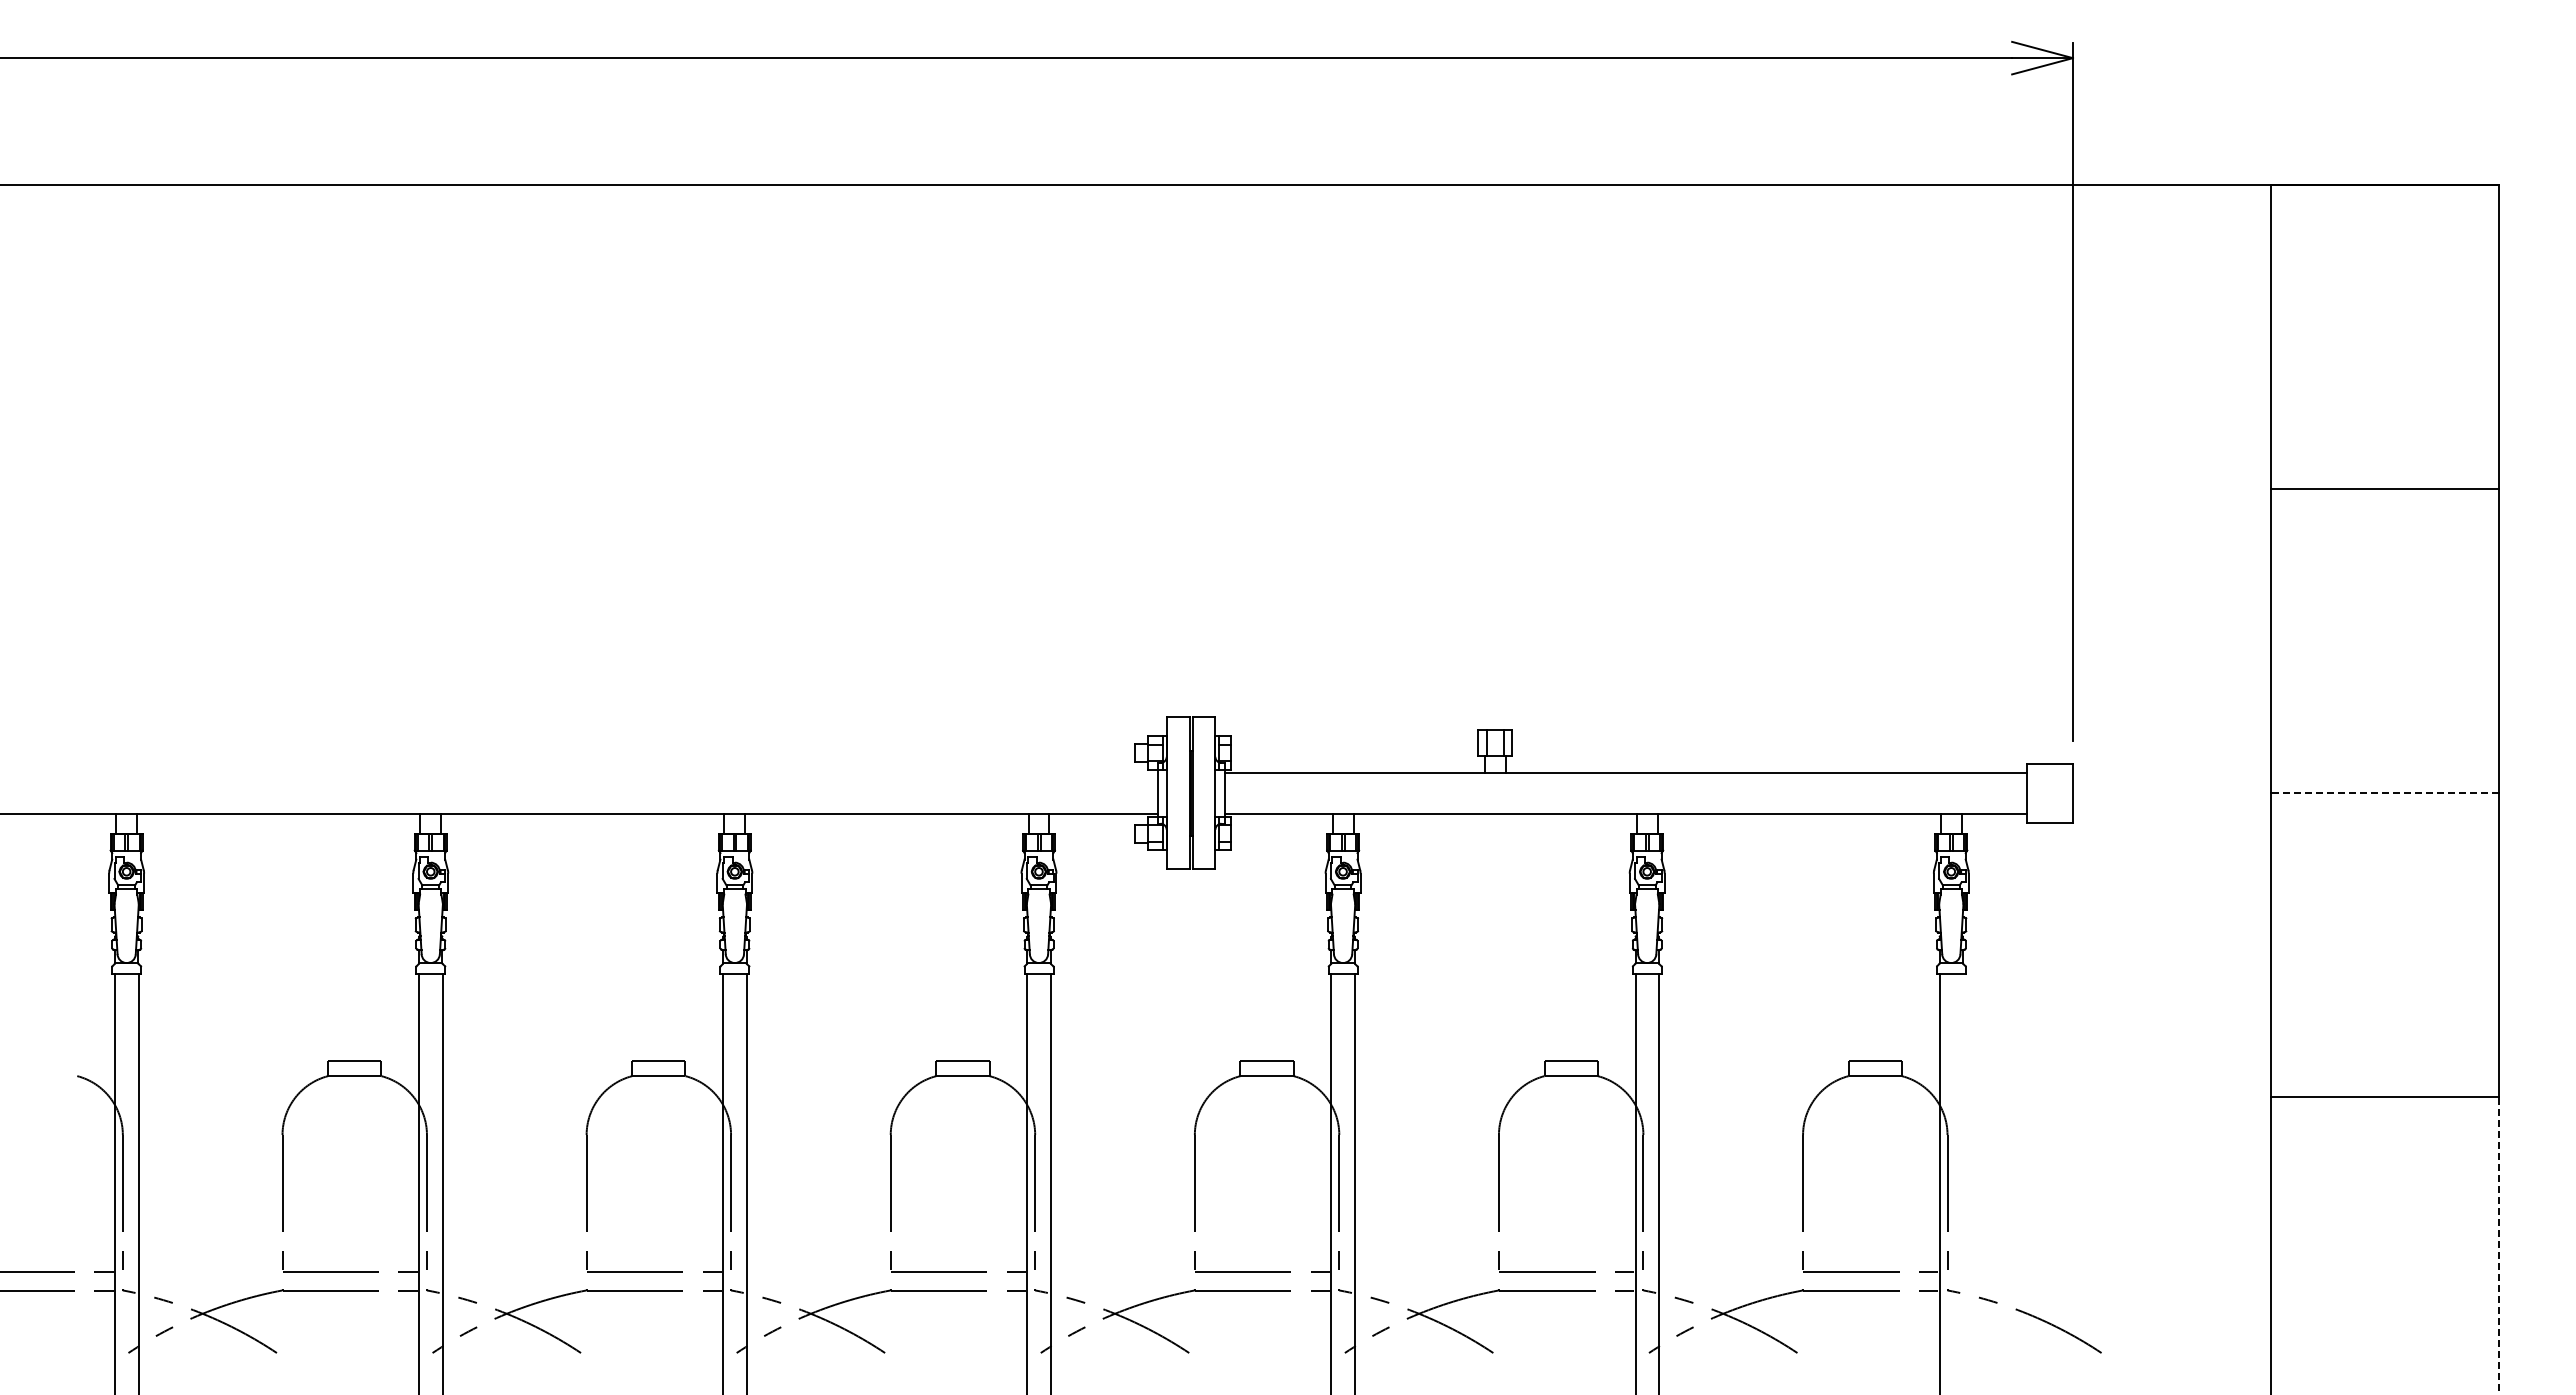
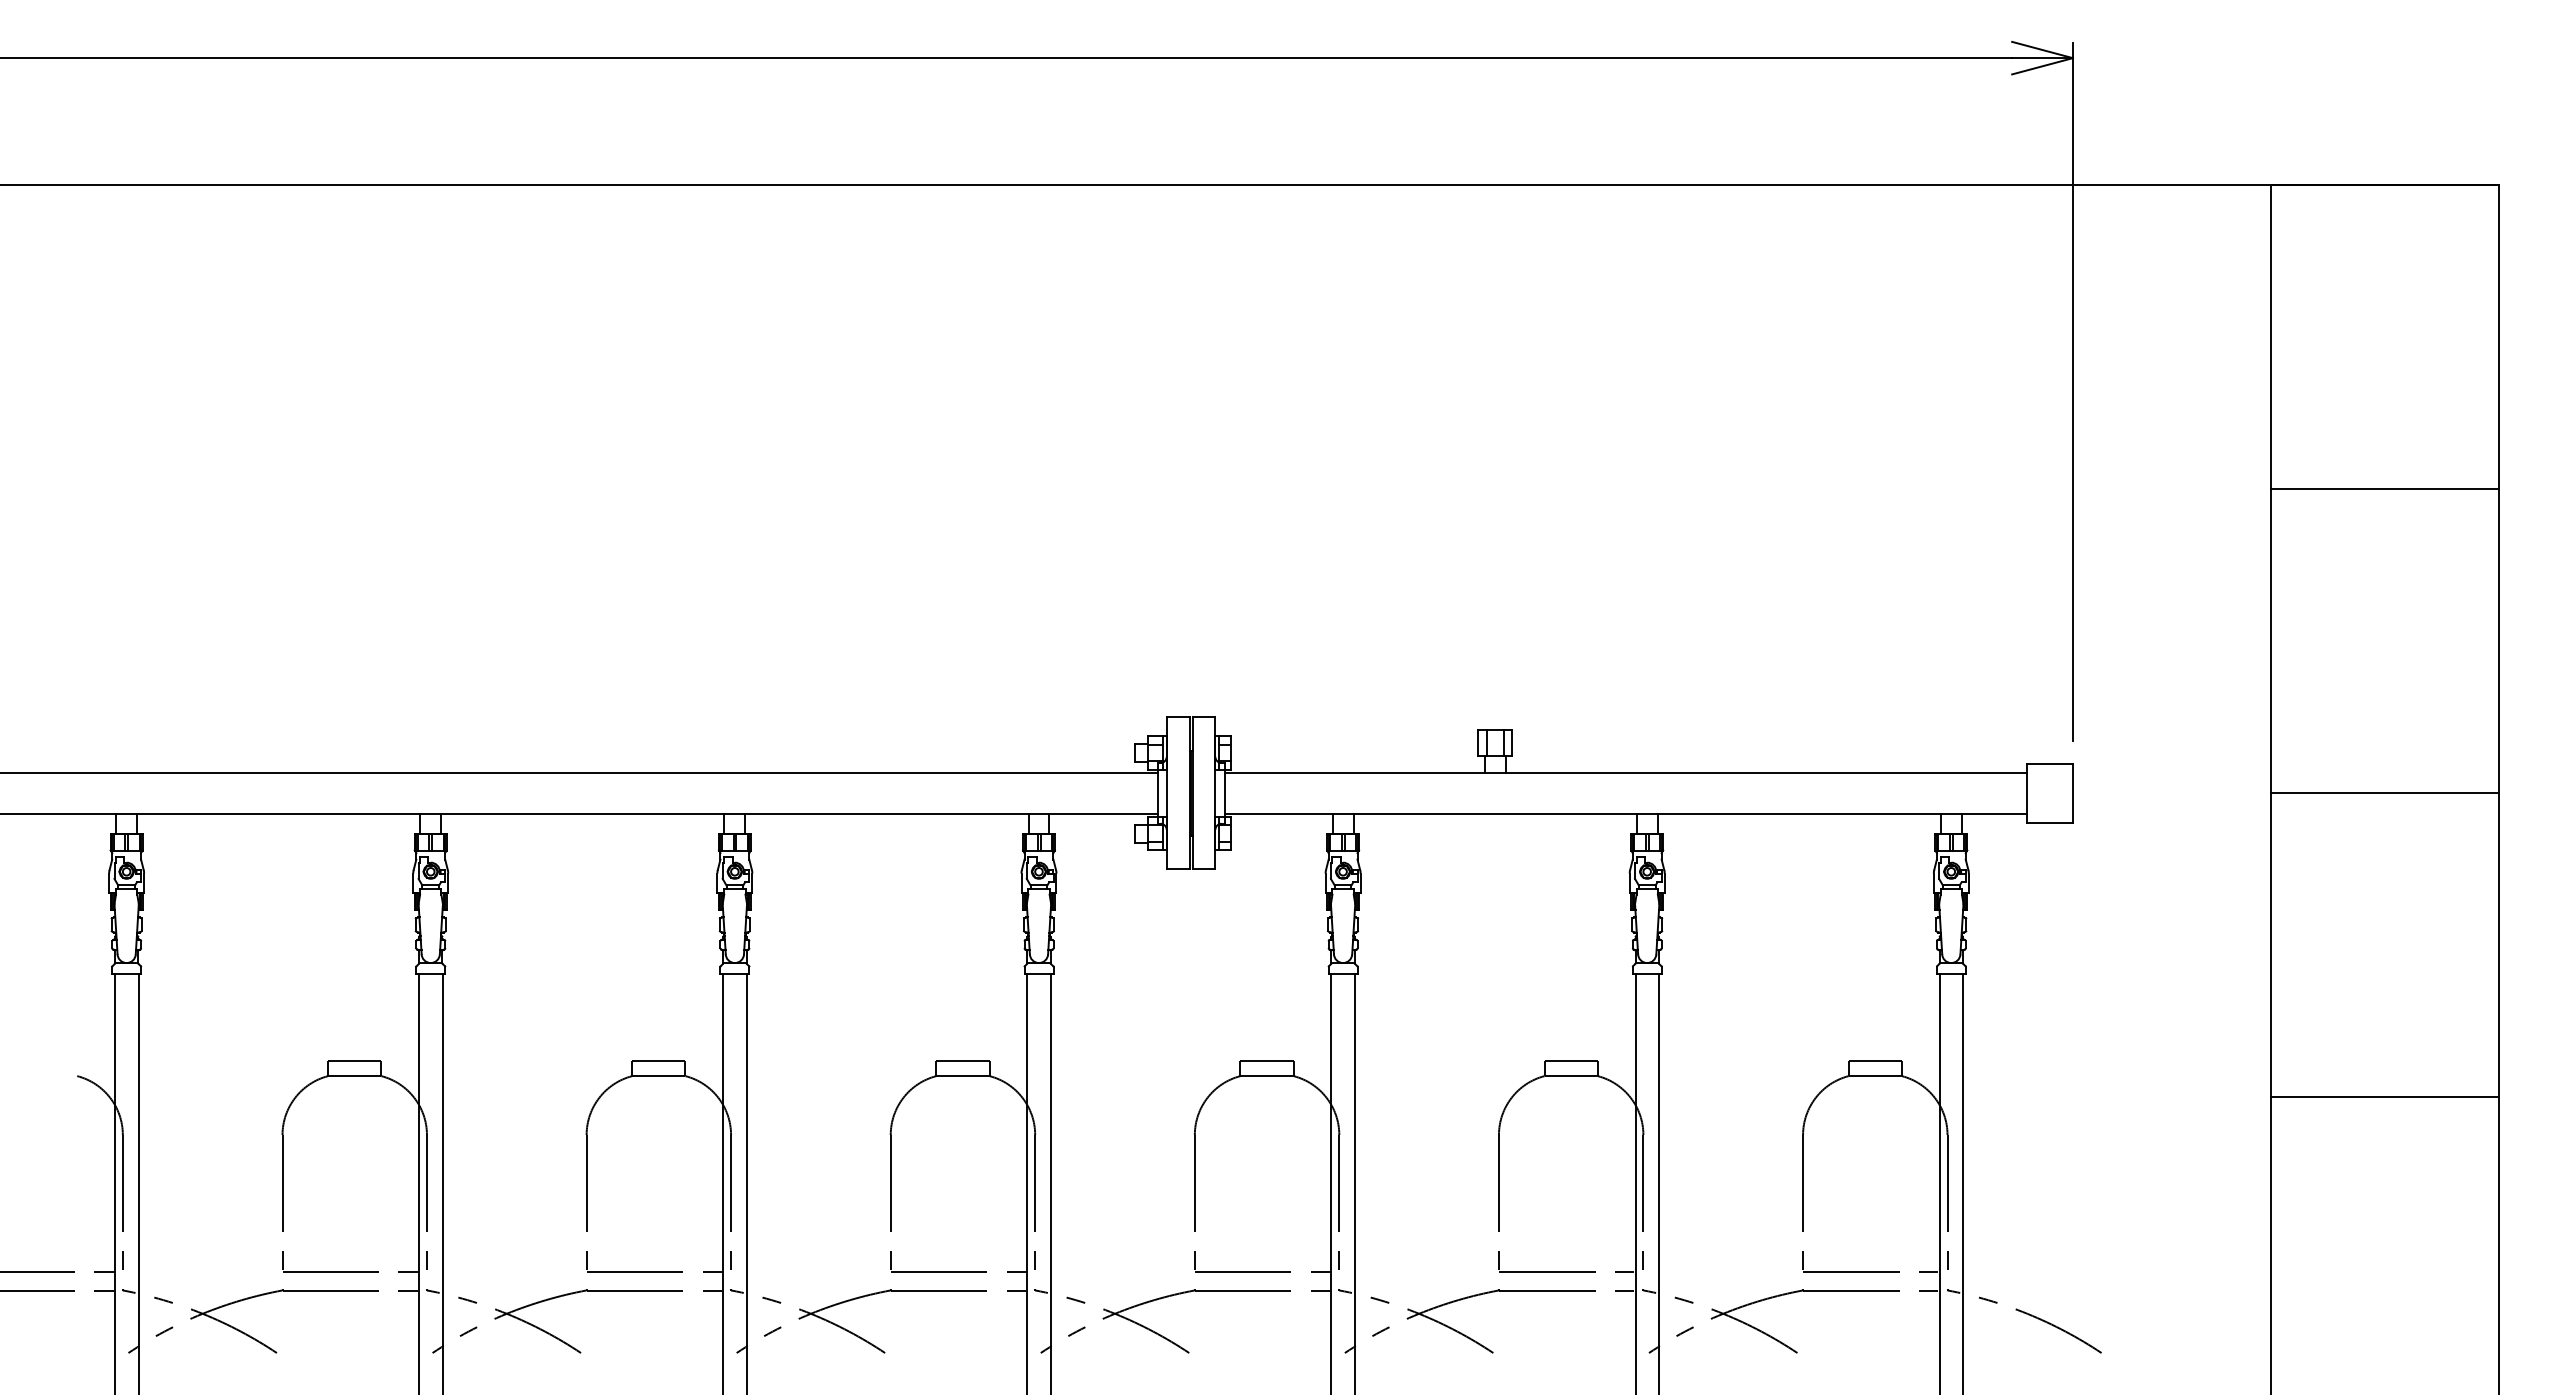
line at (579, 772): none -> present
line at (2384, 793): dashed -> solid
line at (1963, 1182): none -> present
line at (2498, 1246): dashed -> solid
